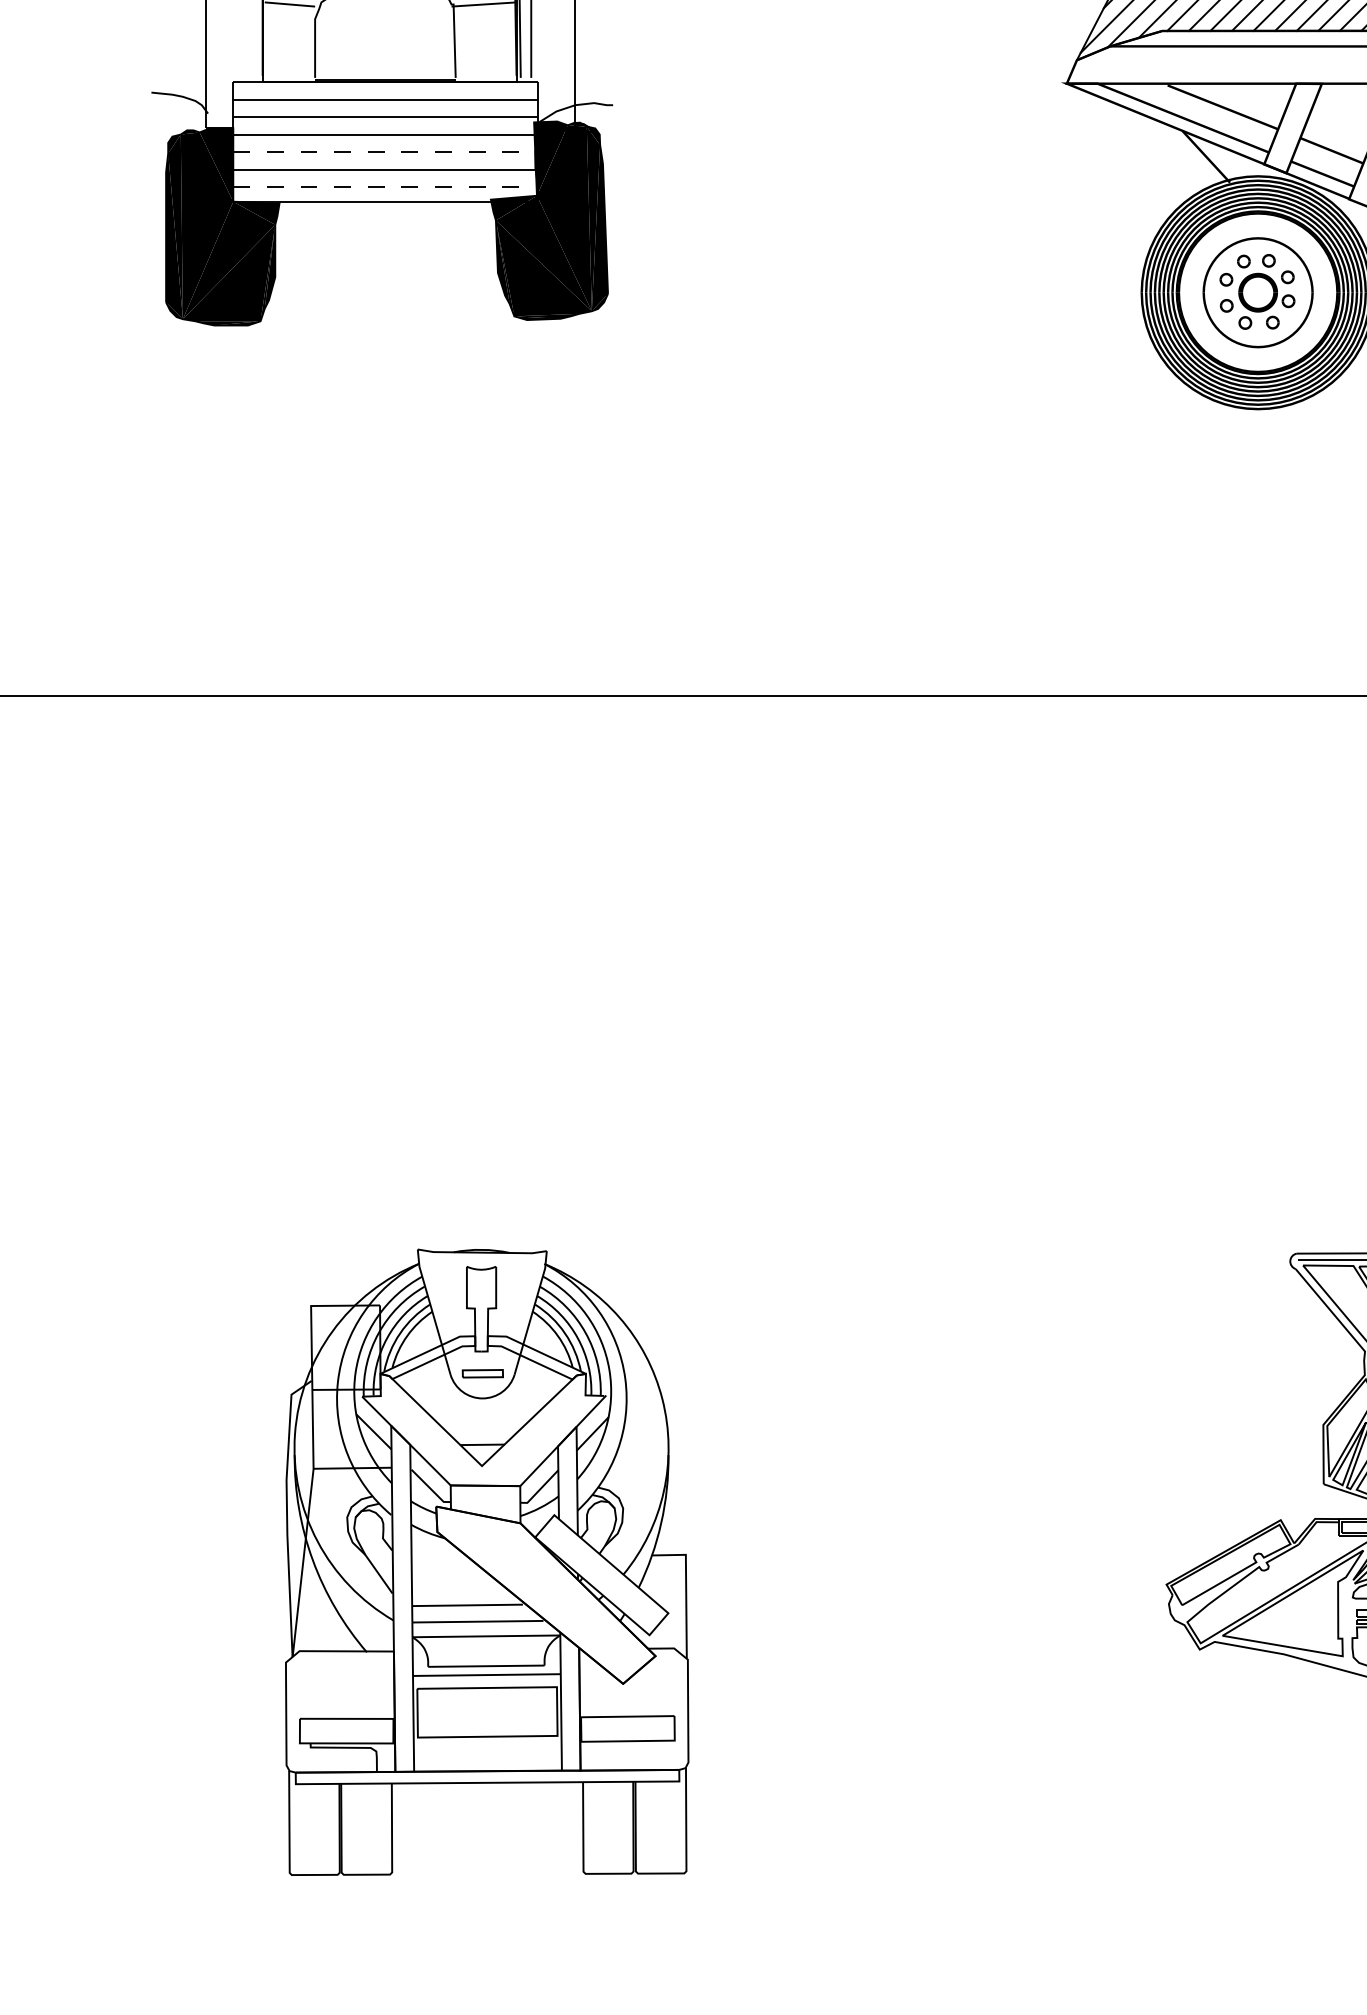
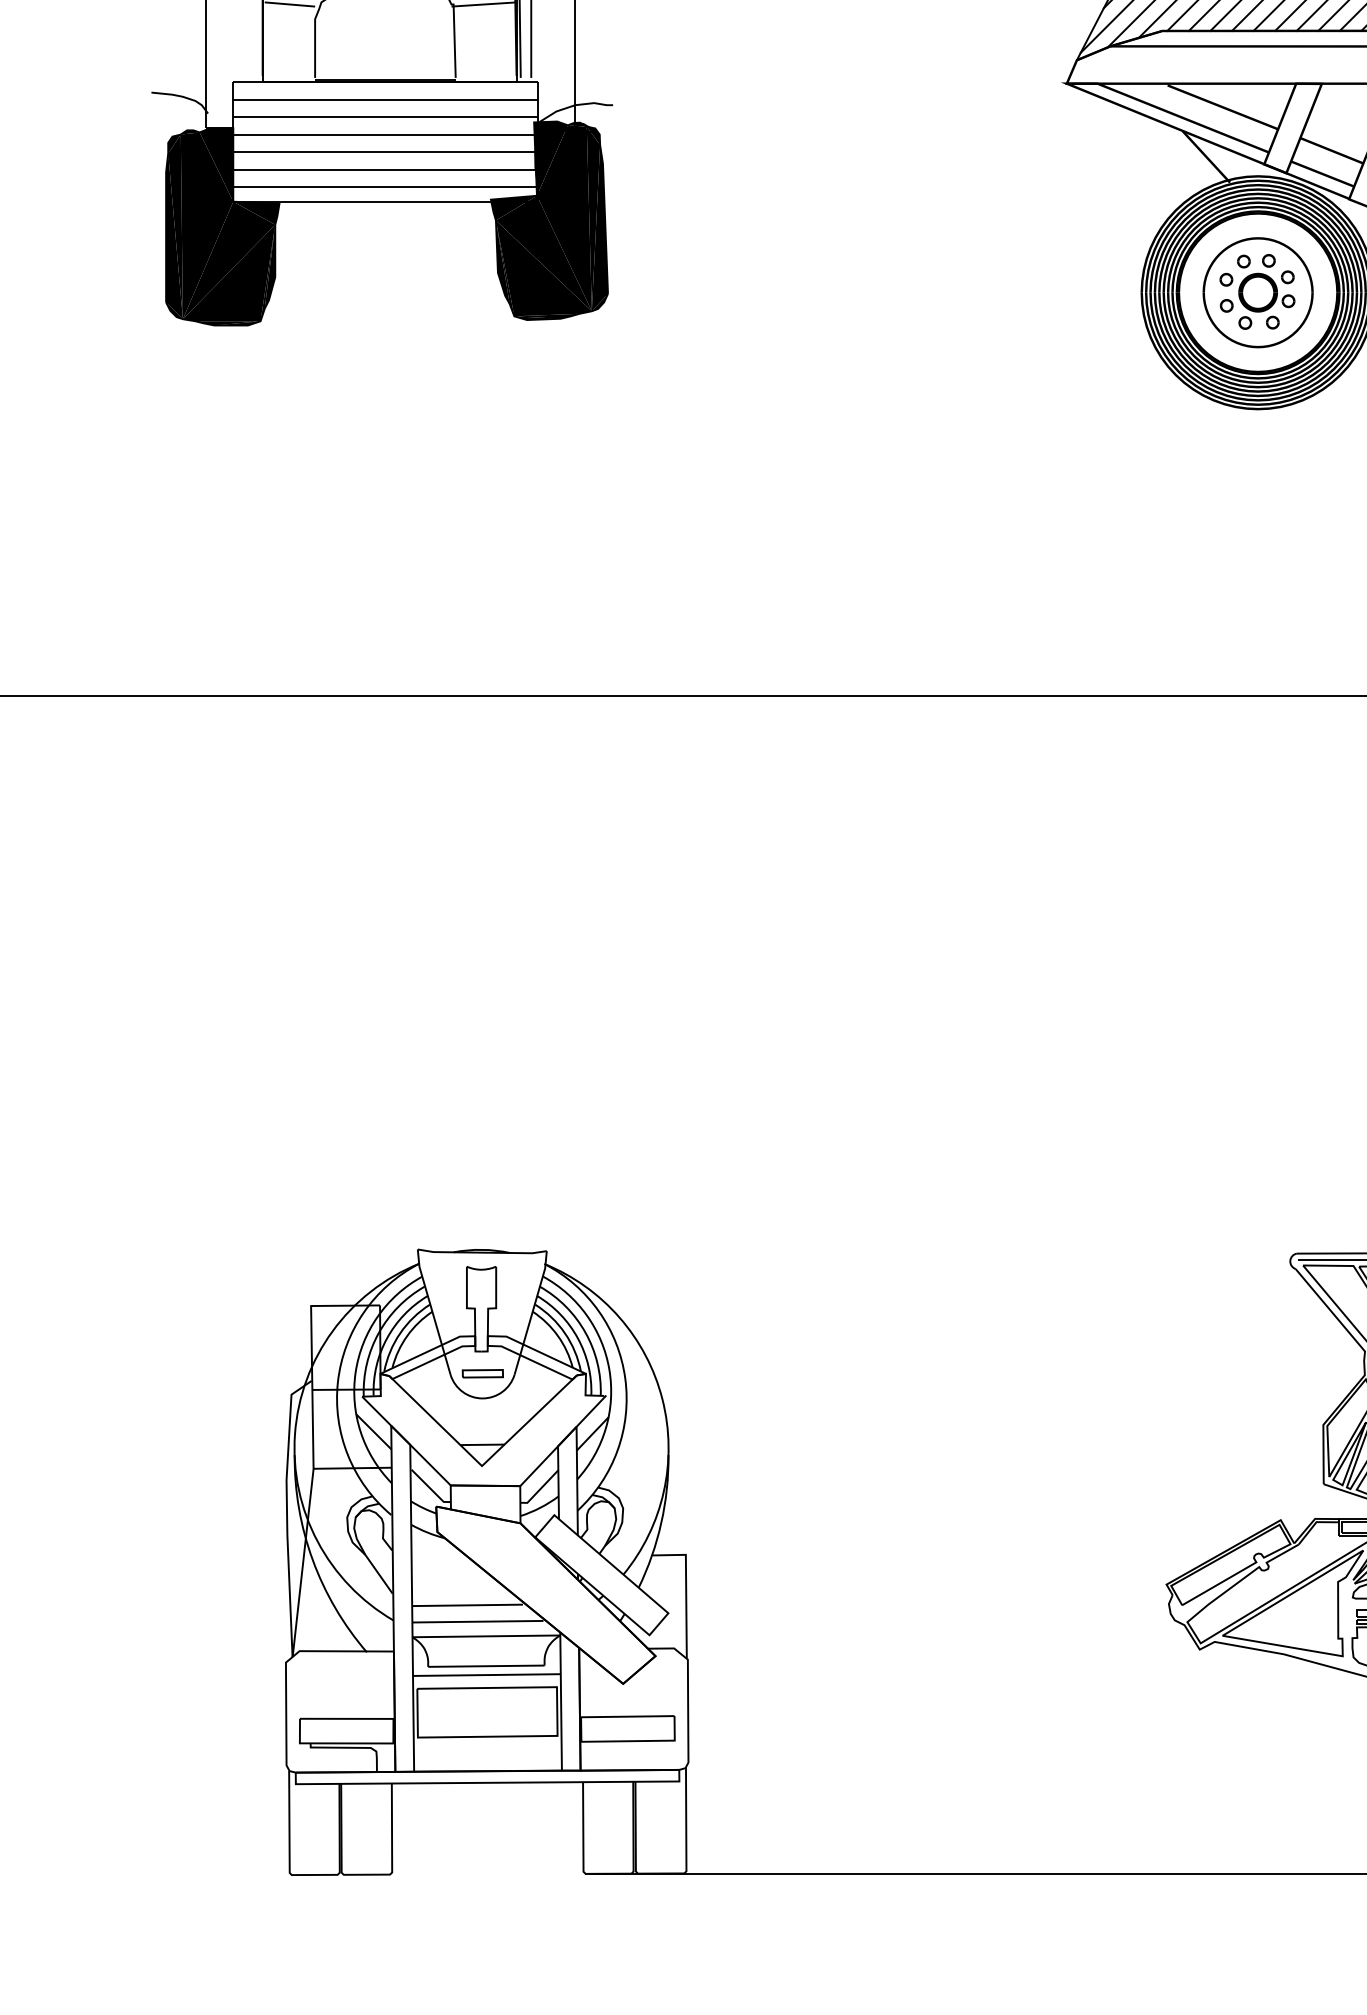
line at (385, 152): dashed -> solid
line at (385, 187): dashed -> solid
line at (974, 1873): none -> present
